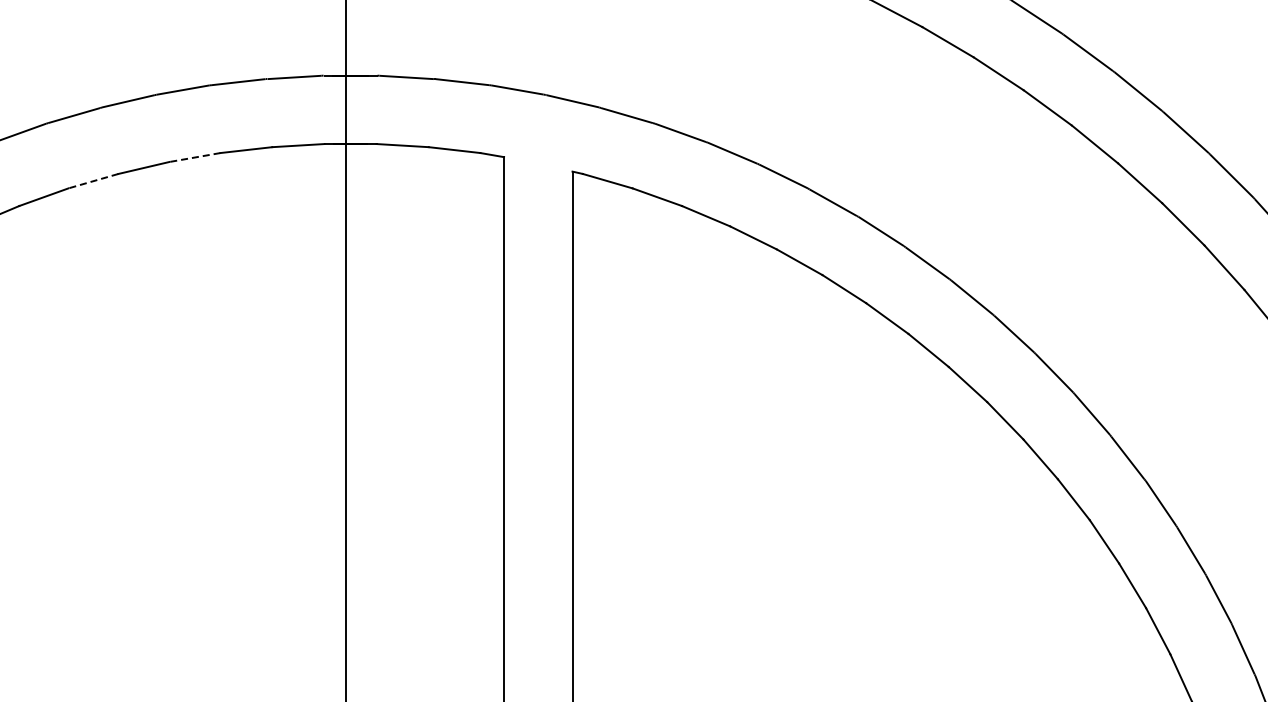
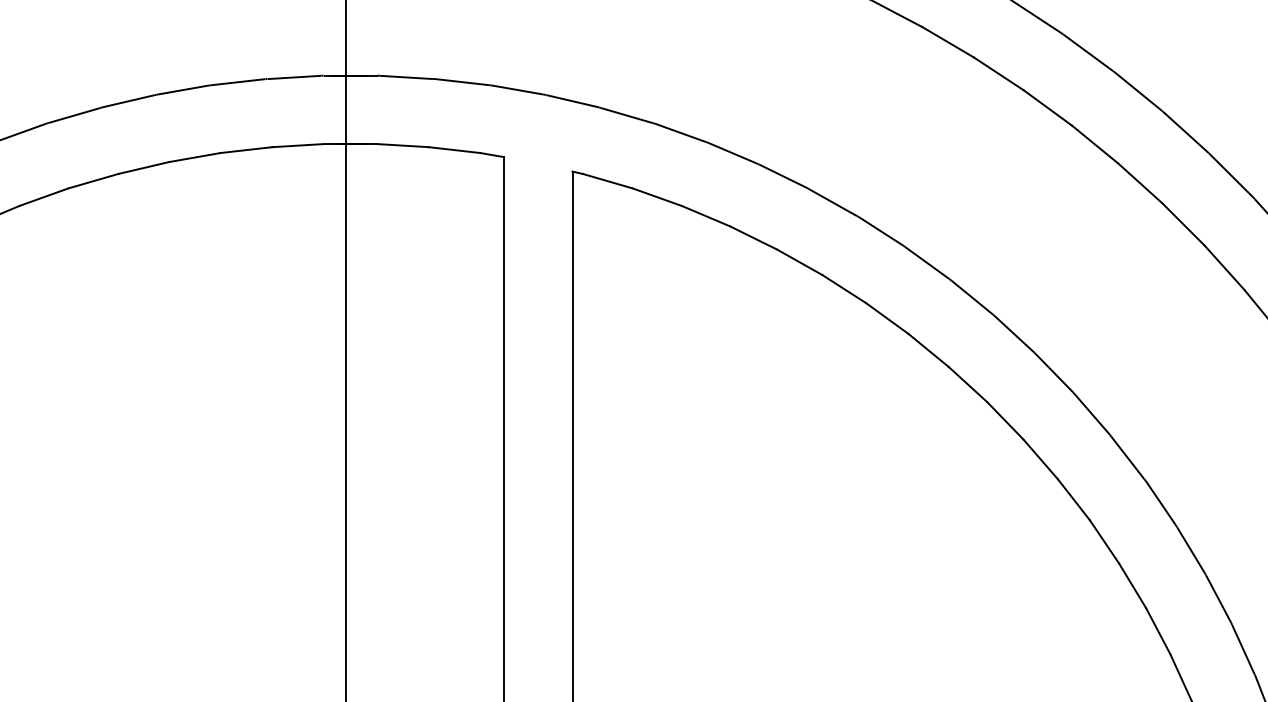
line at (194, 157): dashed -> solid
line at (92, 181): dashed -> solid
